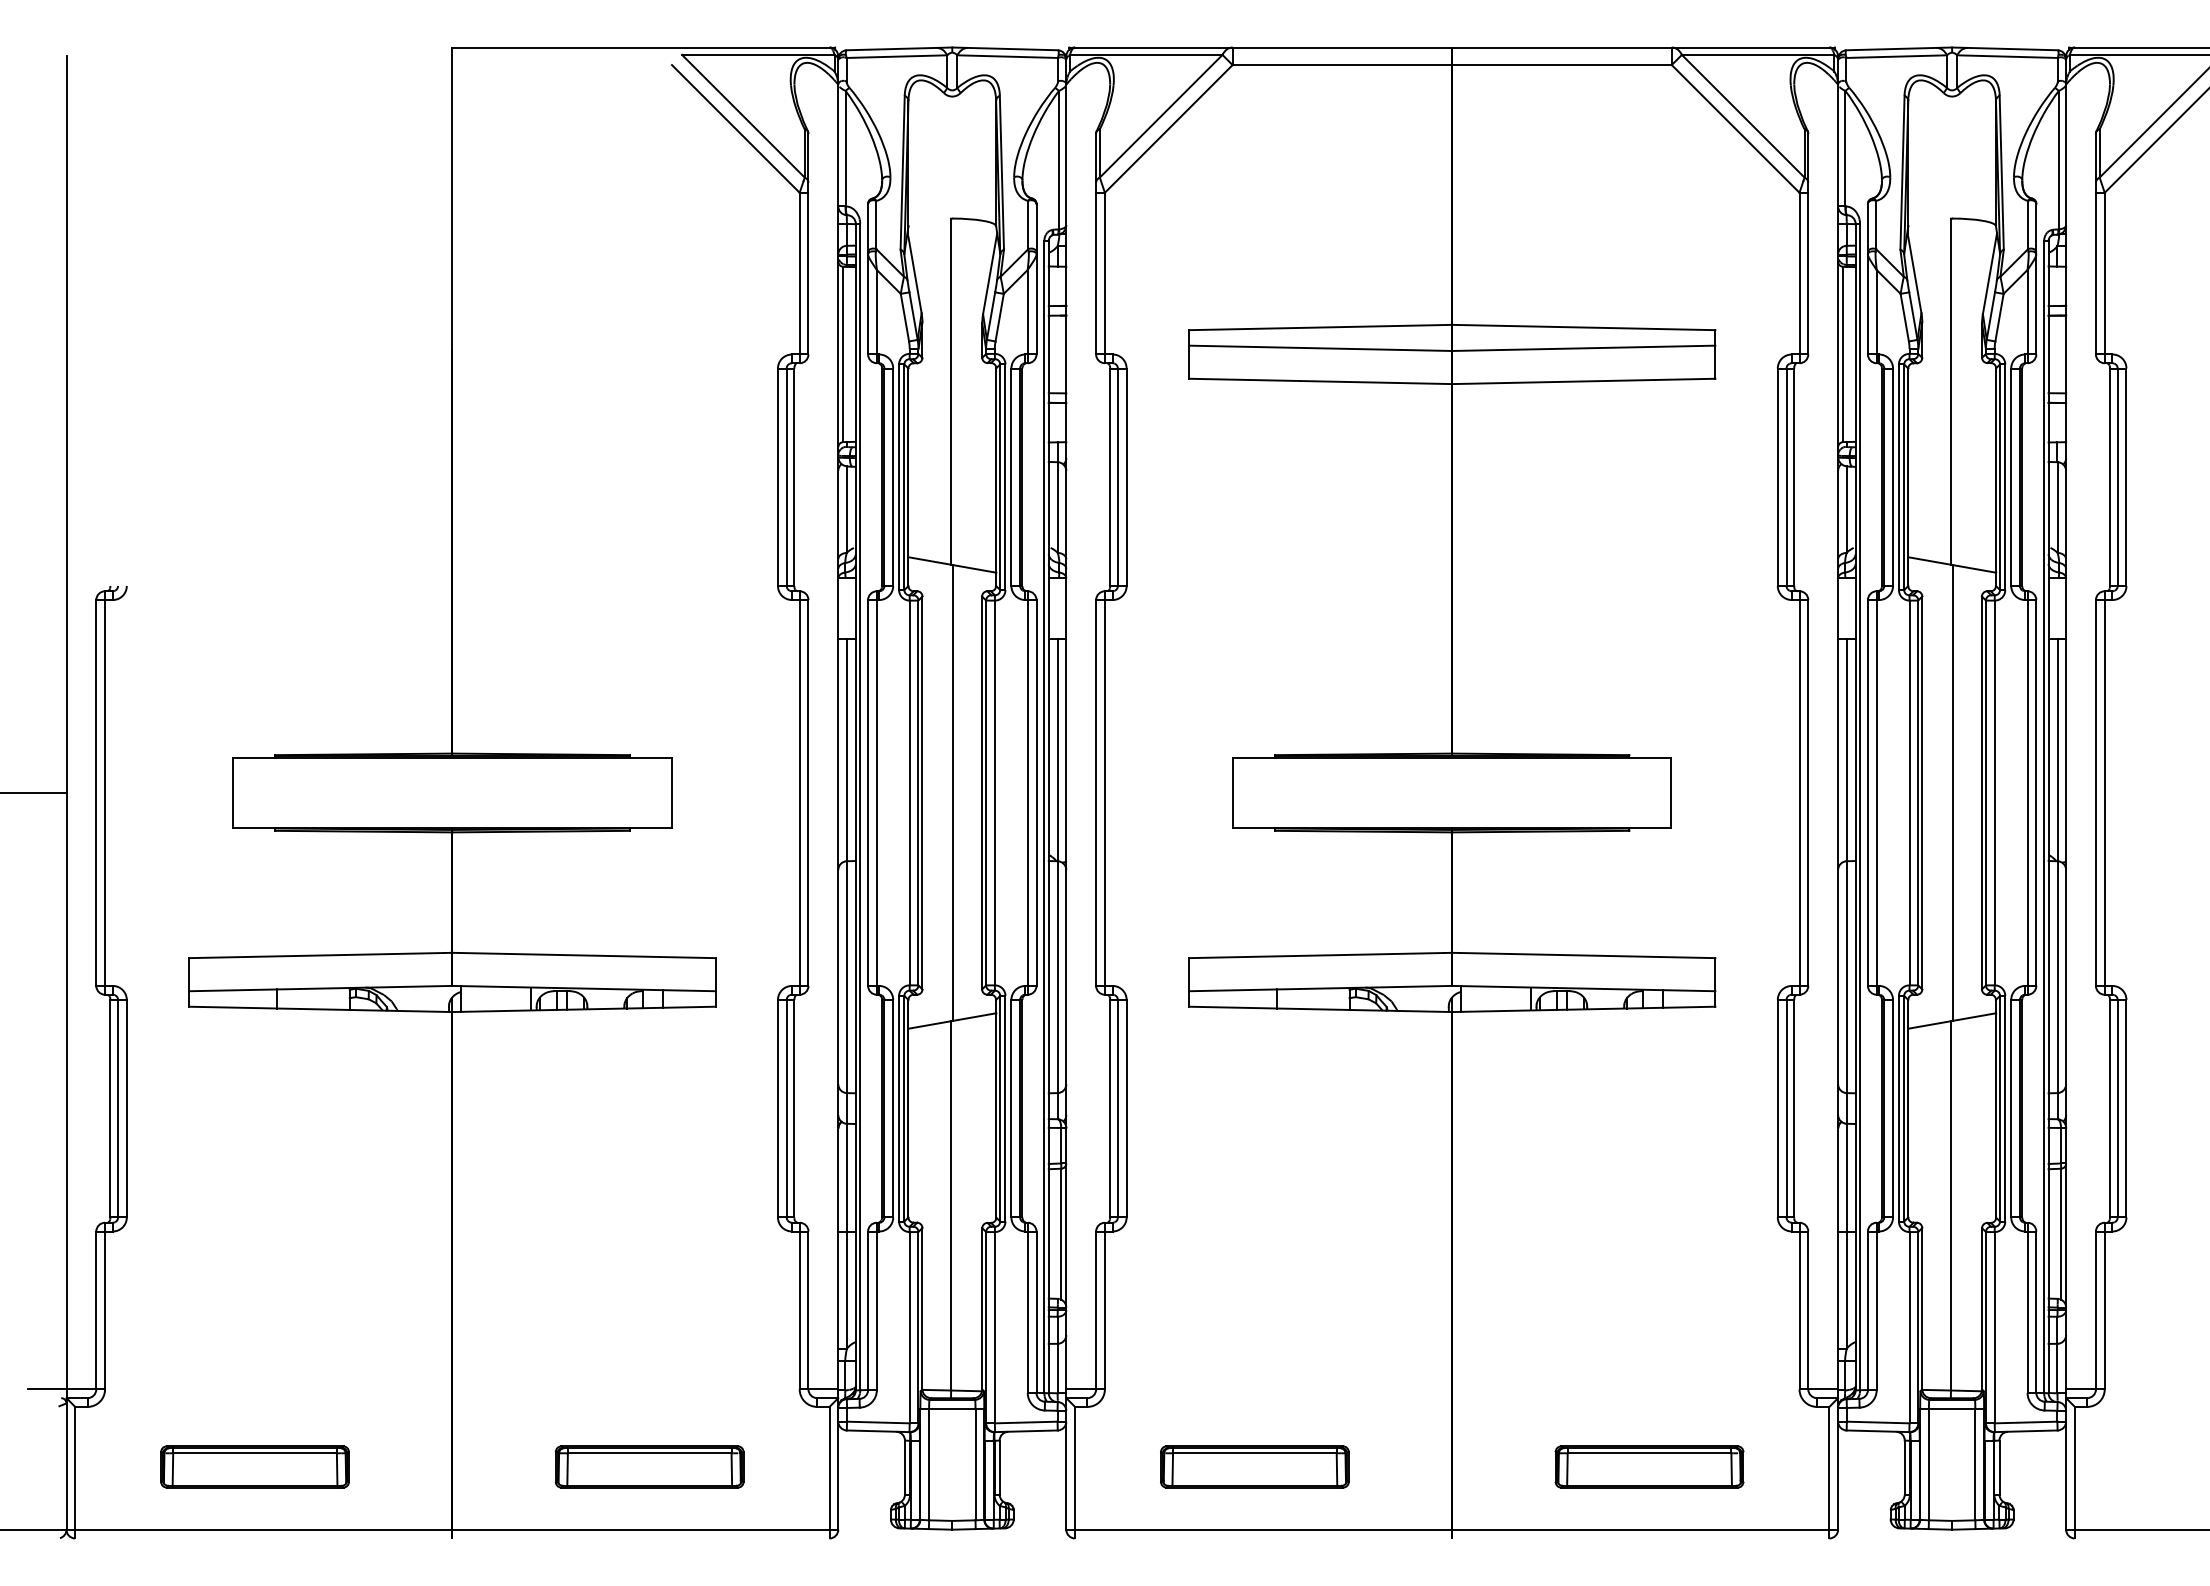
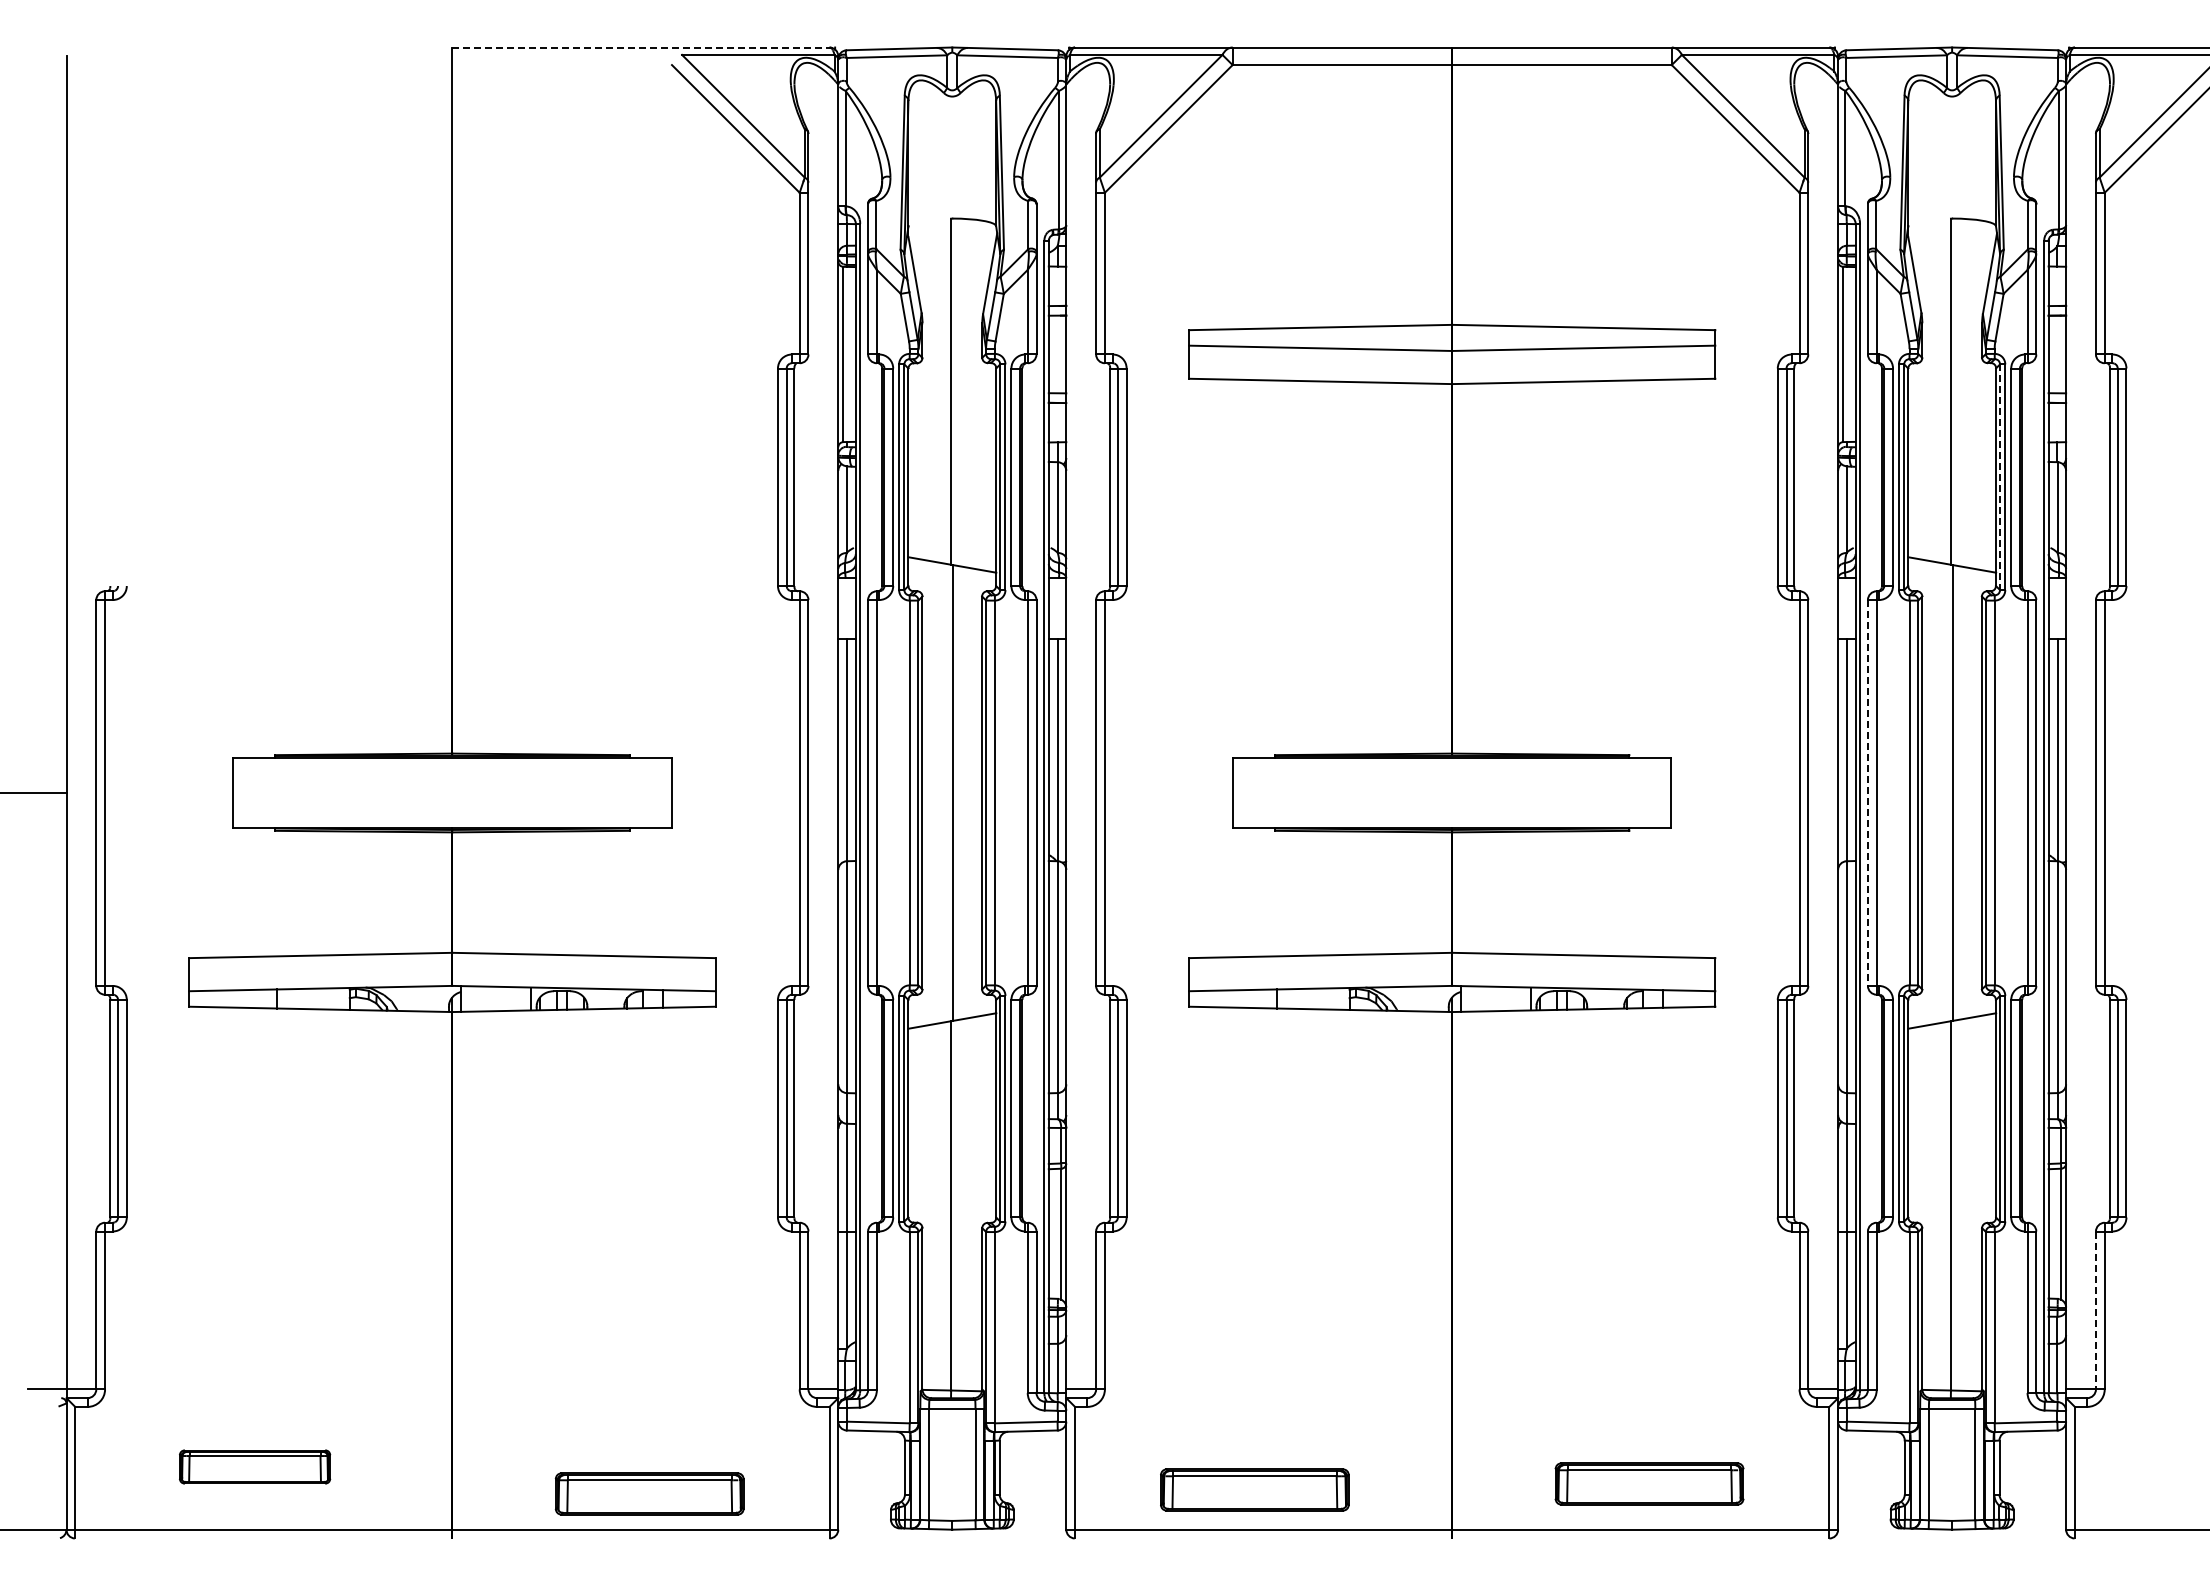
line at (644, 47): solid -> dashed
line at (2000, 477): solid -> dashed
line at (1867, 793): solid -> dashed
line at (2095, 1310): solid -> dashed
part at (254, 1466) size: 190x44 px -> 153x36 px
part at (649, 1466) position: (649, 1466) -> (649, 1493)
part at (1254, 1466) position: (1254, 1466) -> (1254, 1489)
part at (1649, 1466) position: (1649, 1466) -> (1649, 1483)
